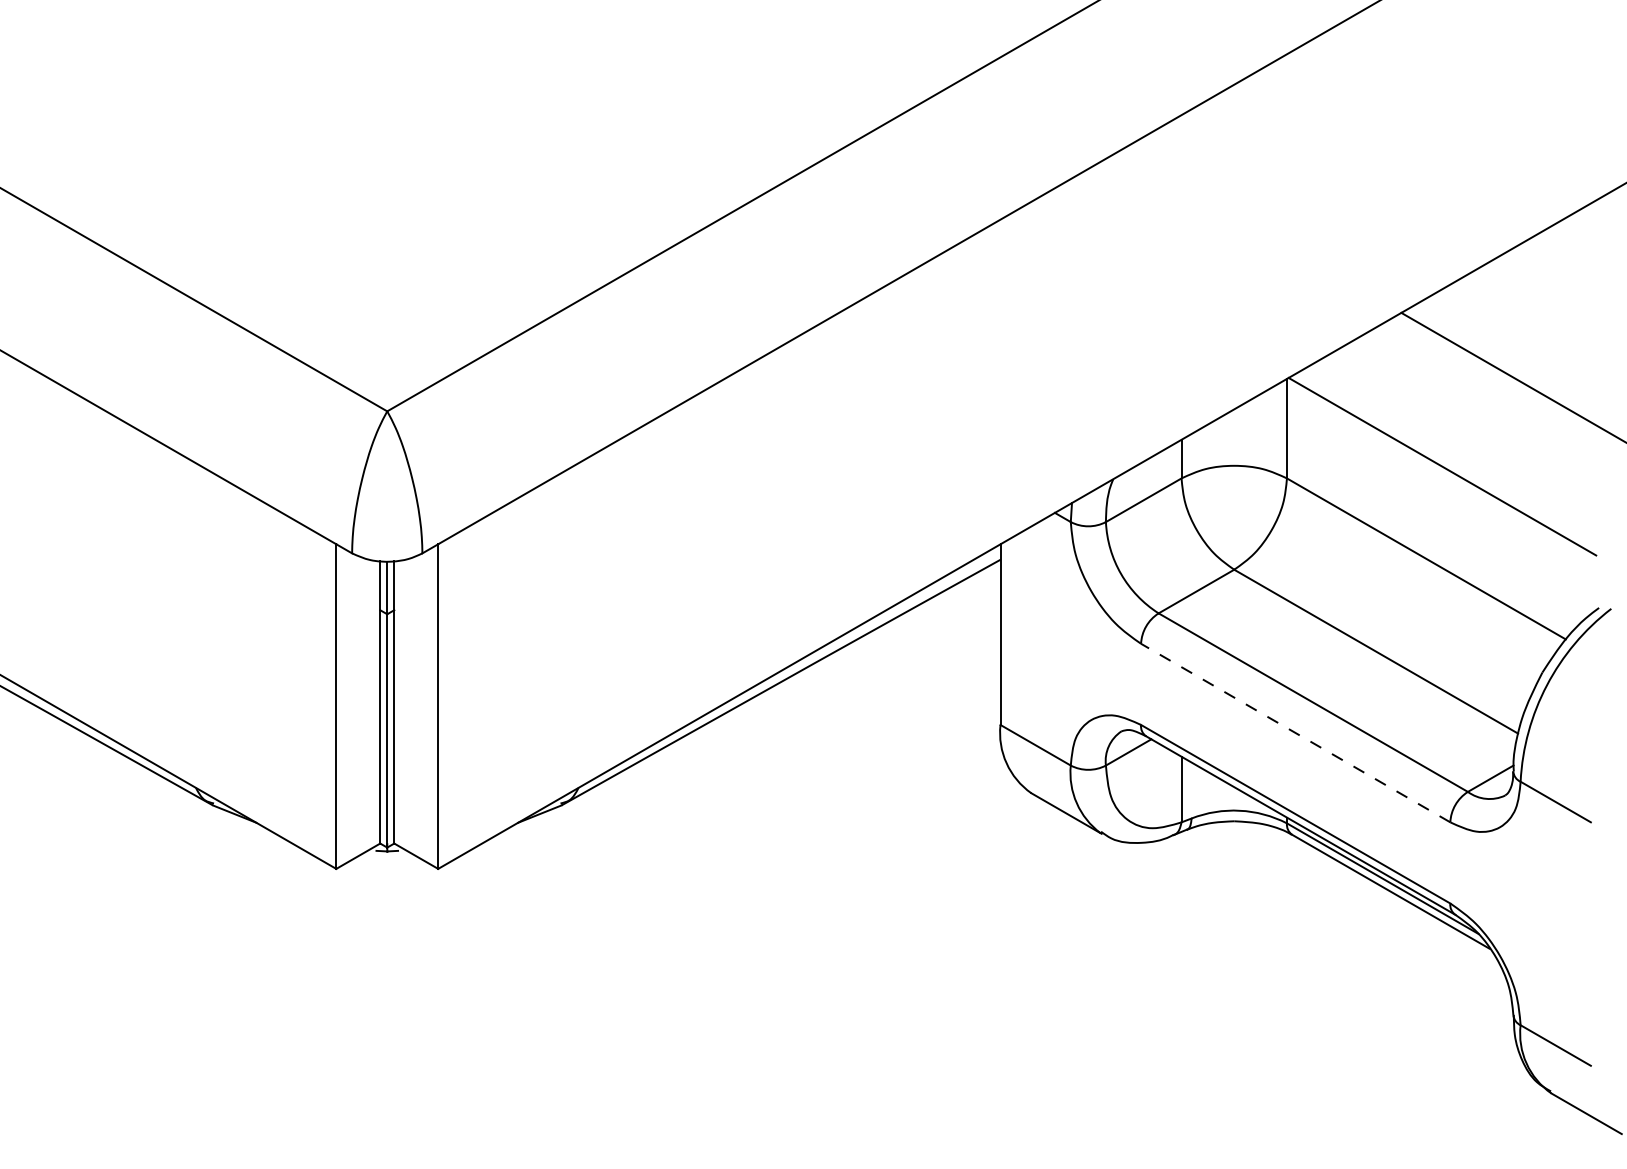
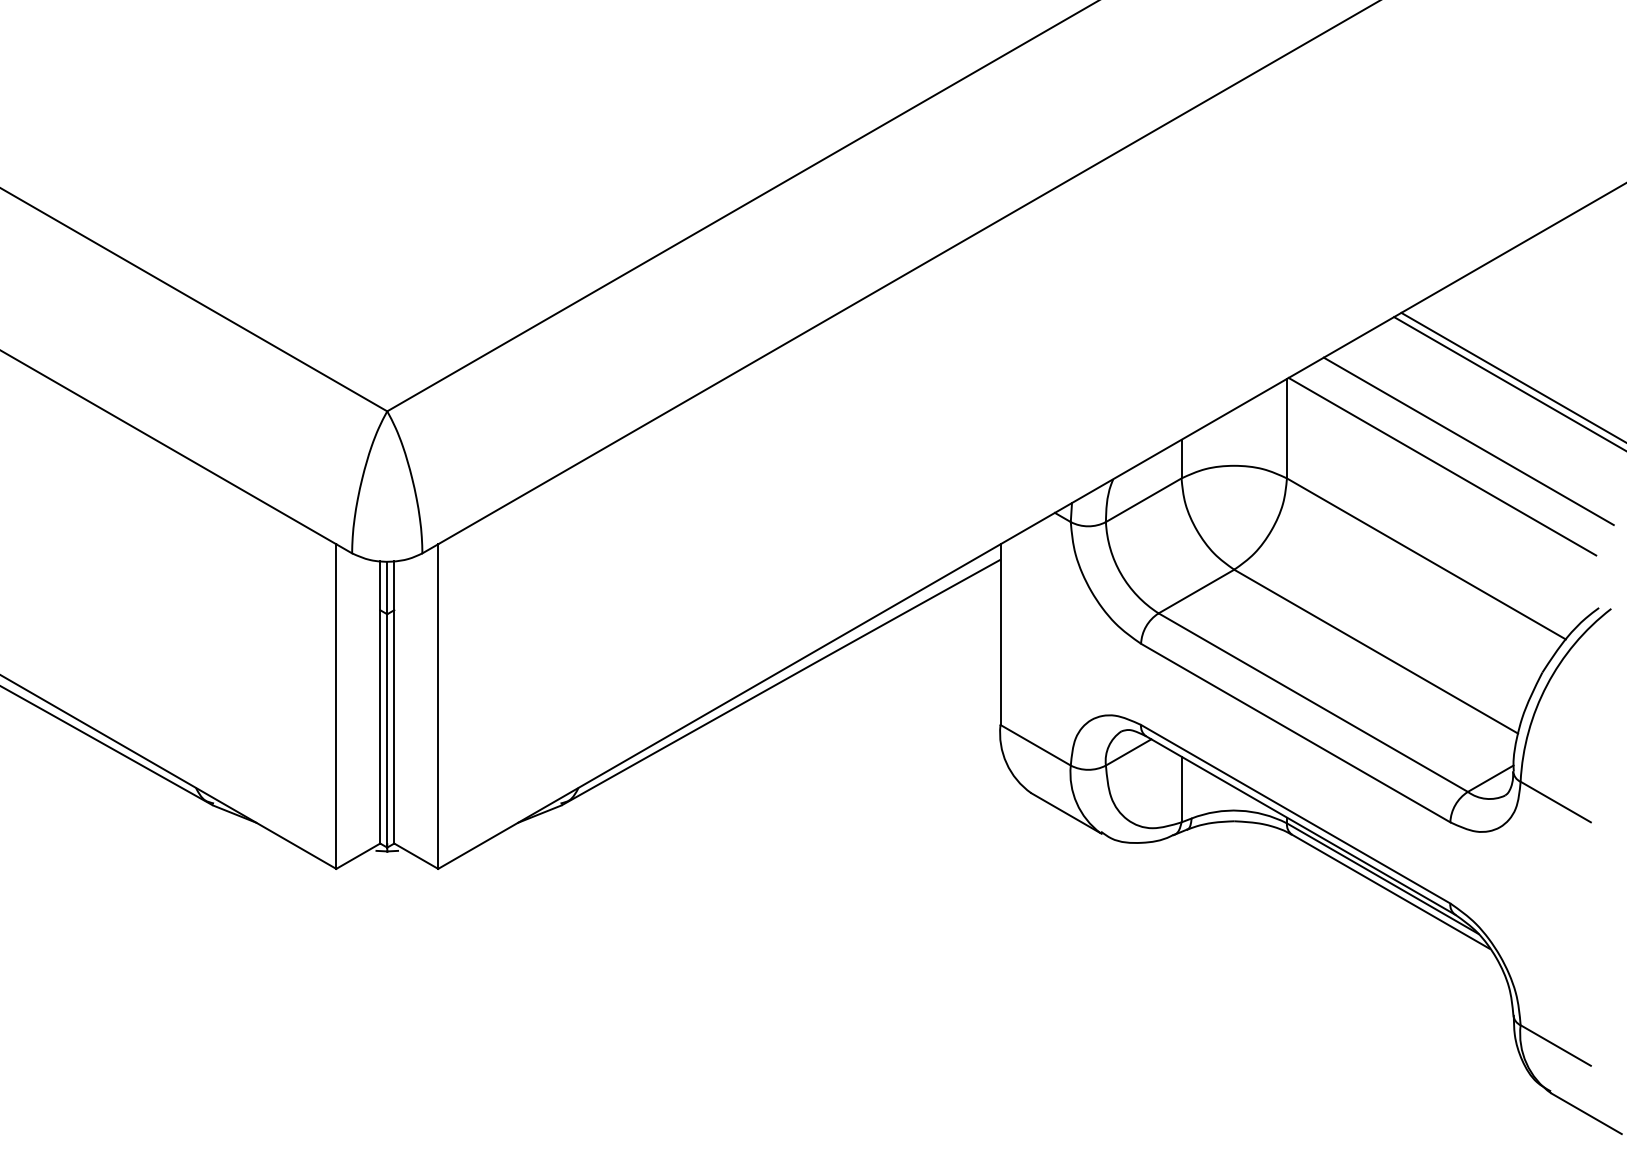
line at (1508, 383): none -> present
line at (1468, 441): none -> present
line at (1295, 733): dashed -> solid
